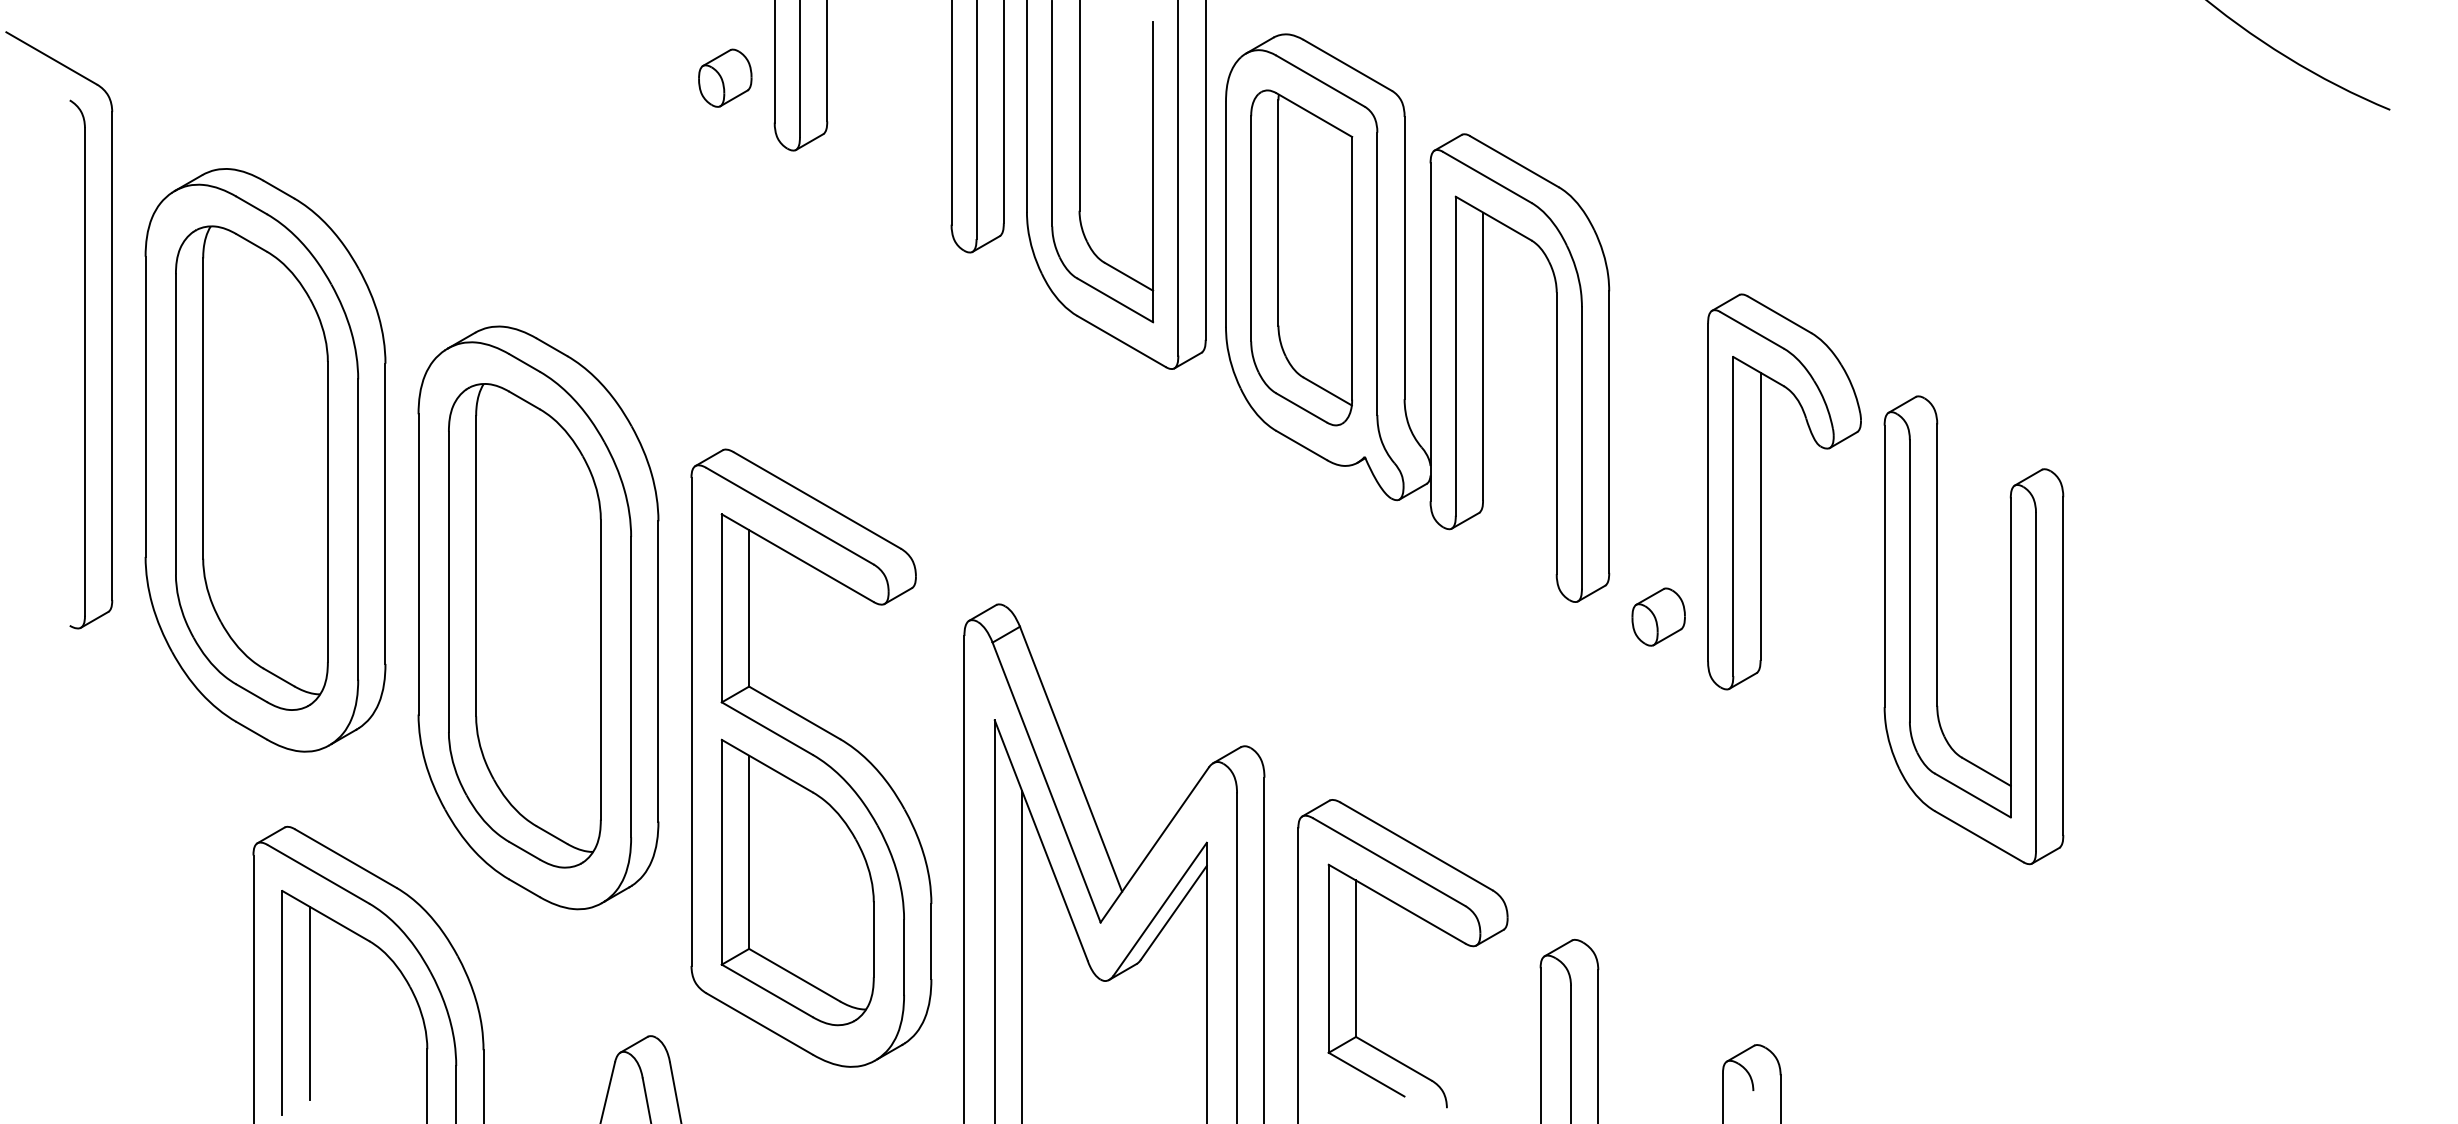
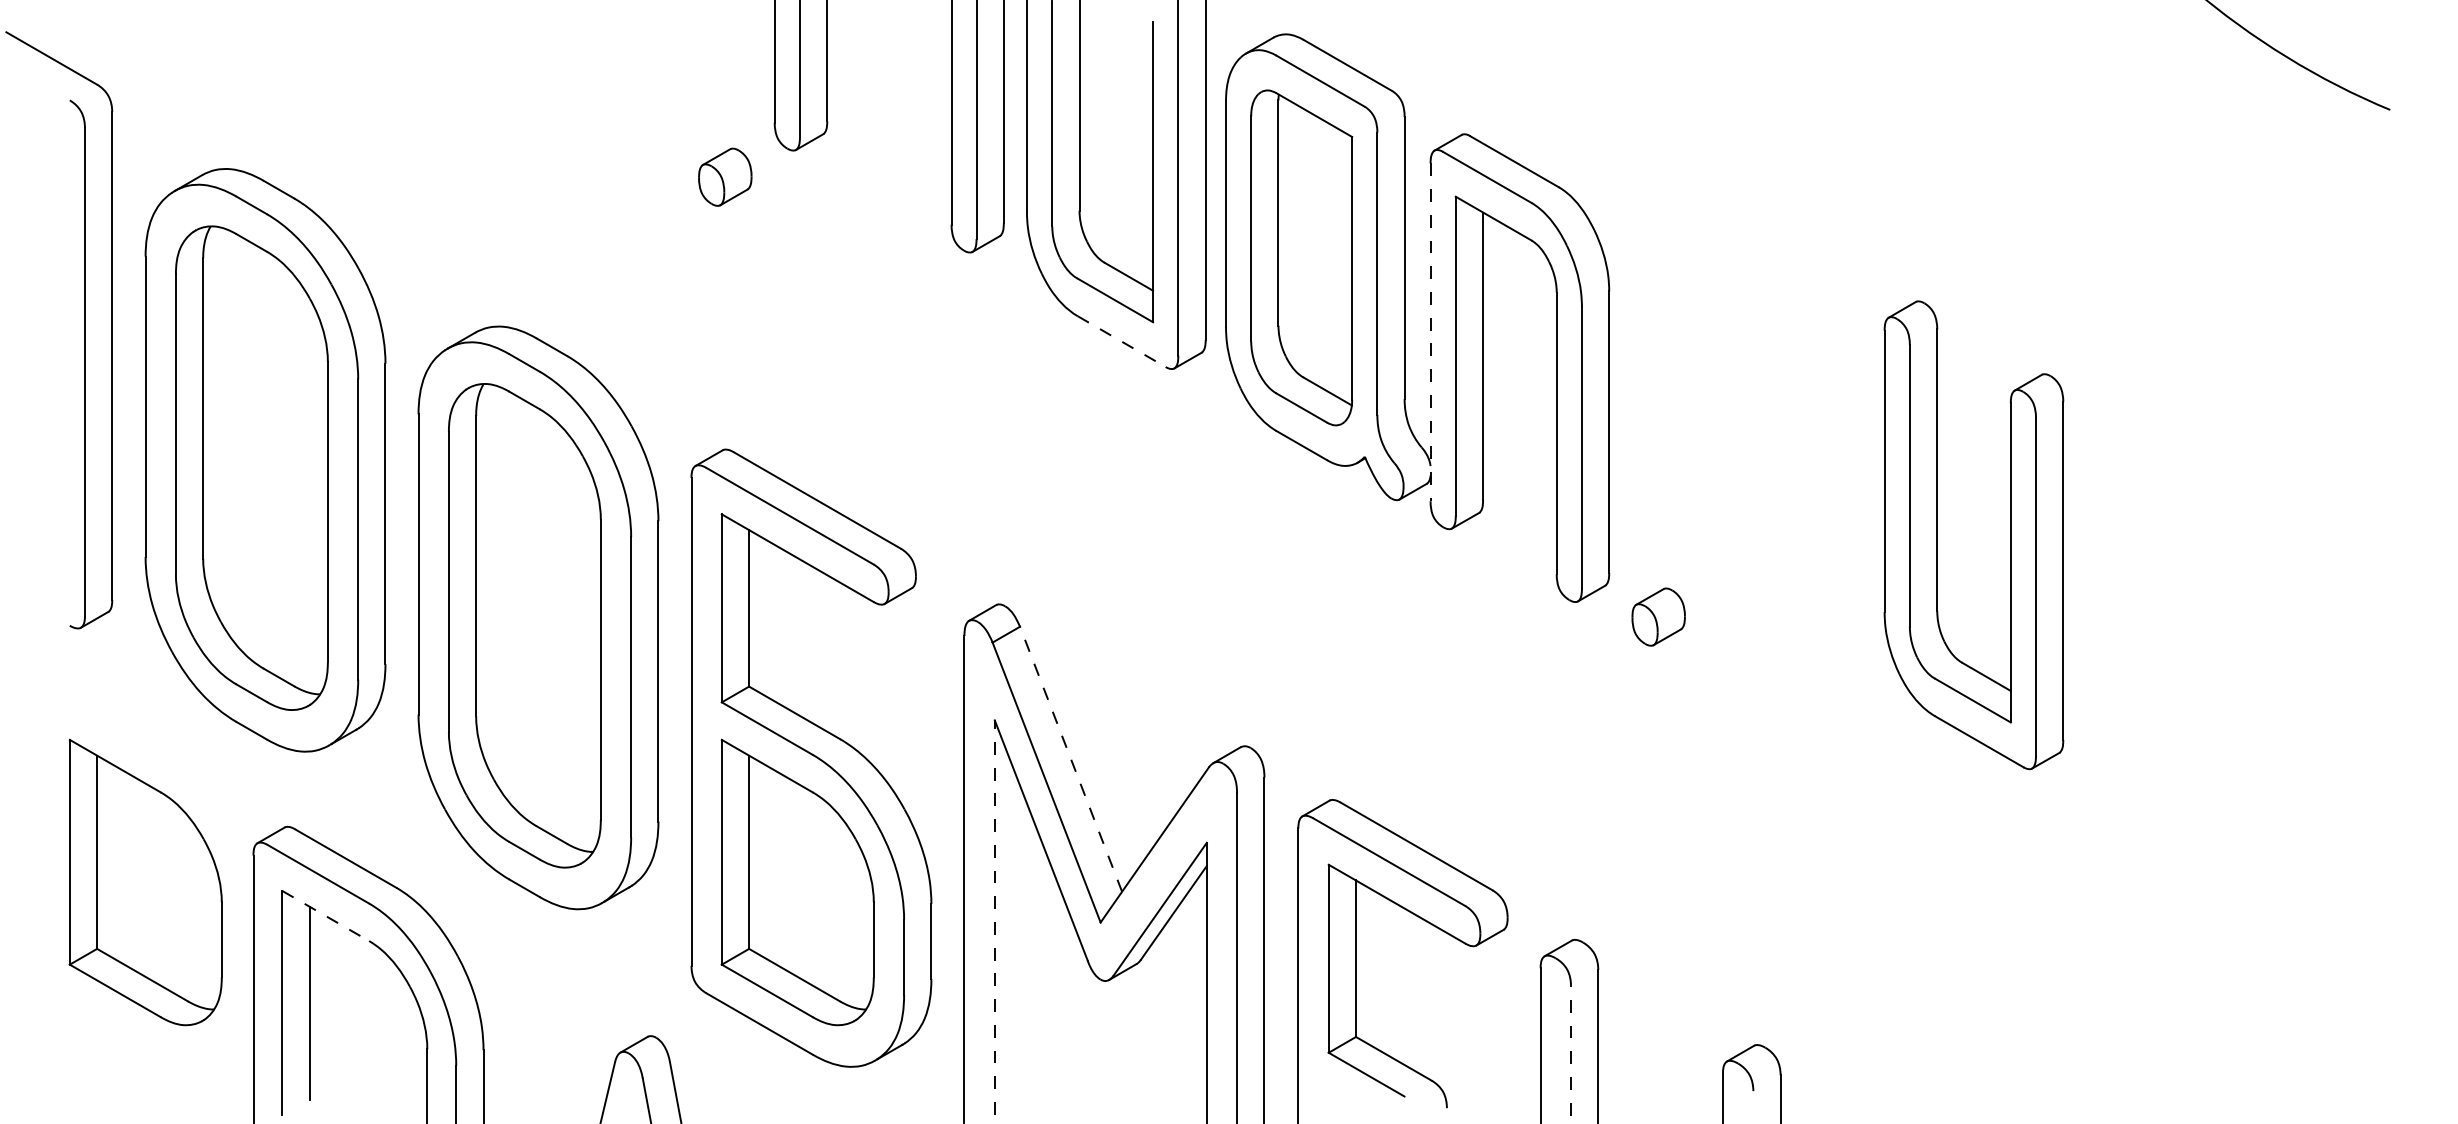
part at (725, 77) position: (725, 77) -> (725, 176)
line at (1430, 332): solid -> dashed
line at (1121, 341): solid -> dashed
part at (1761, 491): present -> none
part at (1937, 630) position: (1937, 630) -> (1937, 535)
line at (1070, 758): solid -> dashed
part at (145, 882): none -> present
line at (326, 916): solid -> dashed
line at (994, 922): solid -> dashed
line at (1022, 955): present -> none
line at (1571, 1054): solid -> dashed
